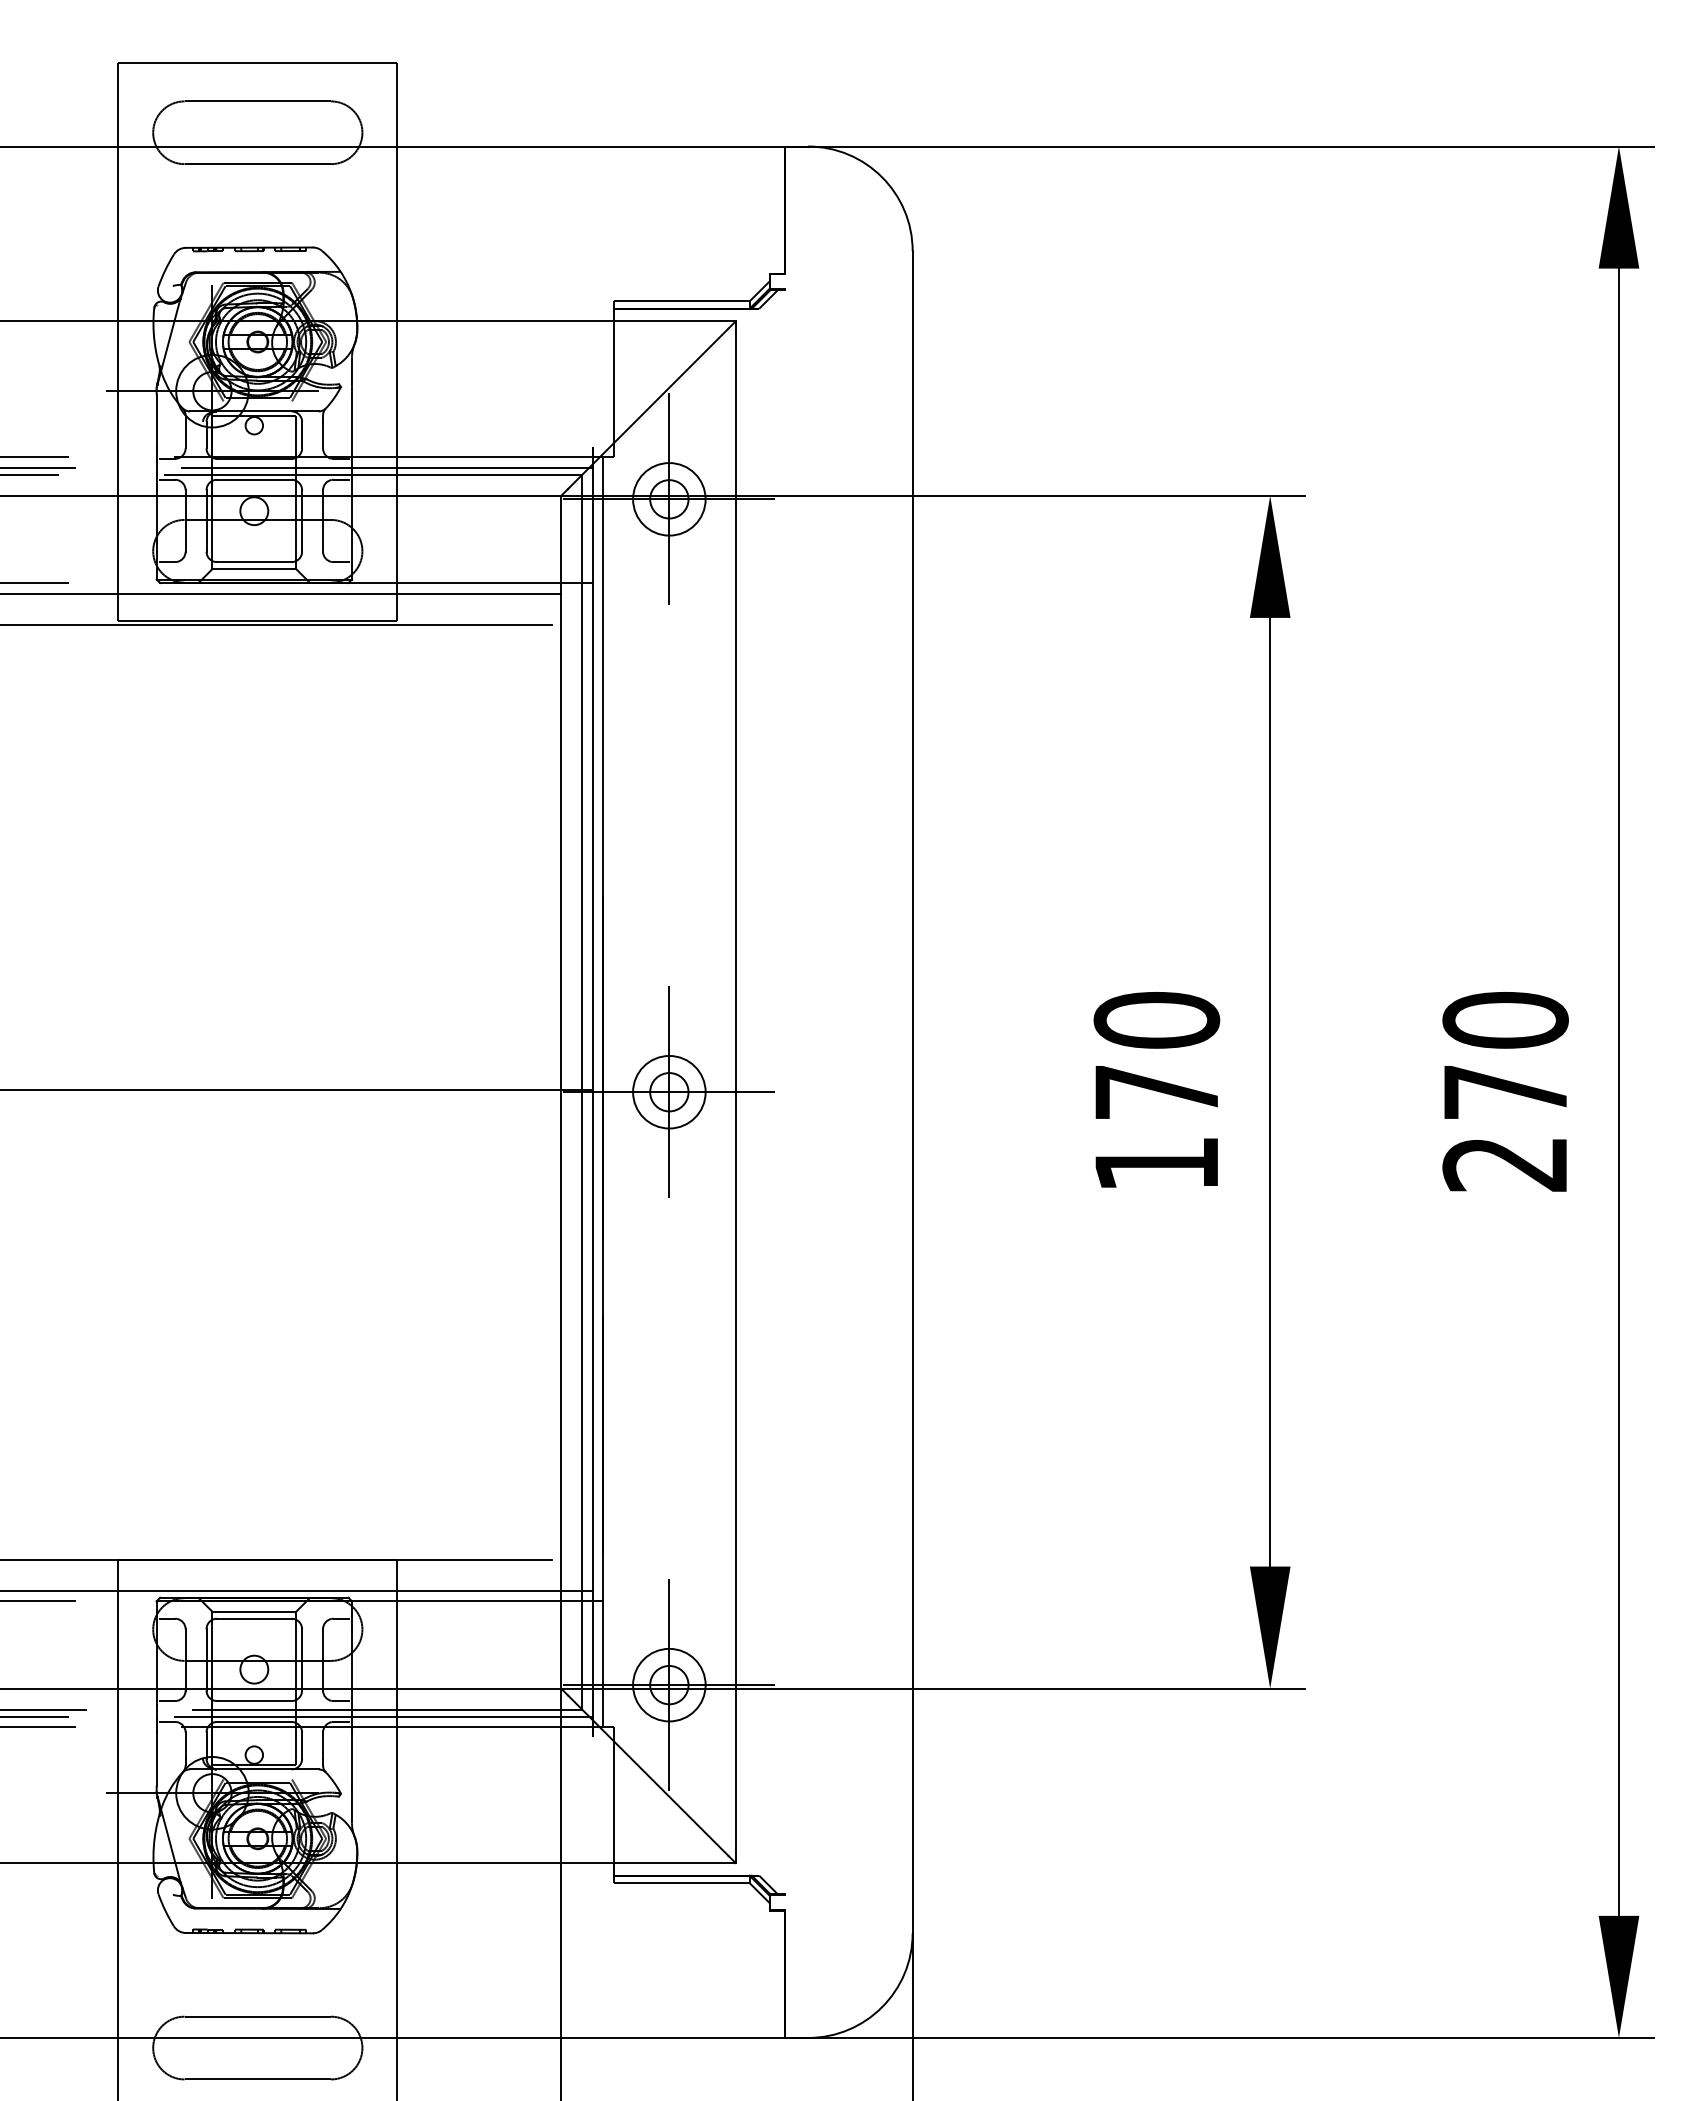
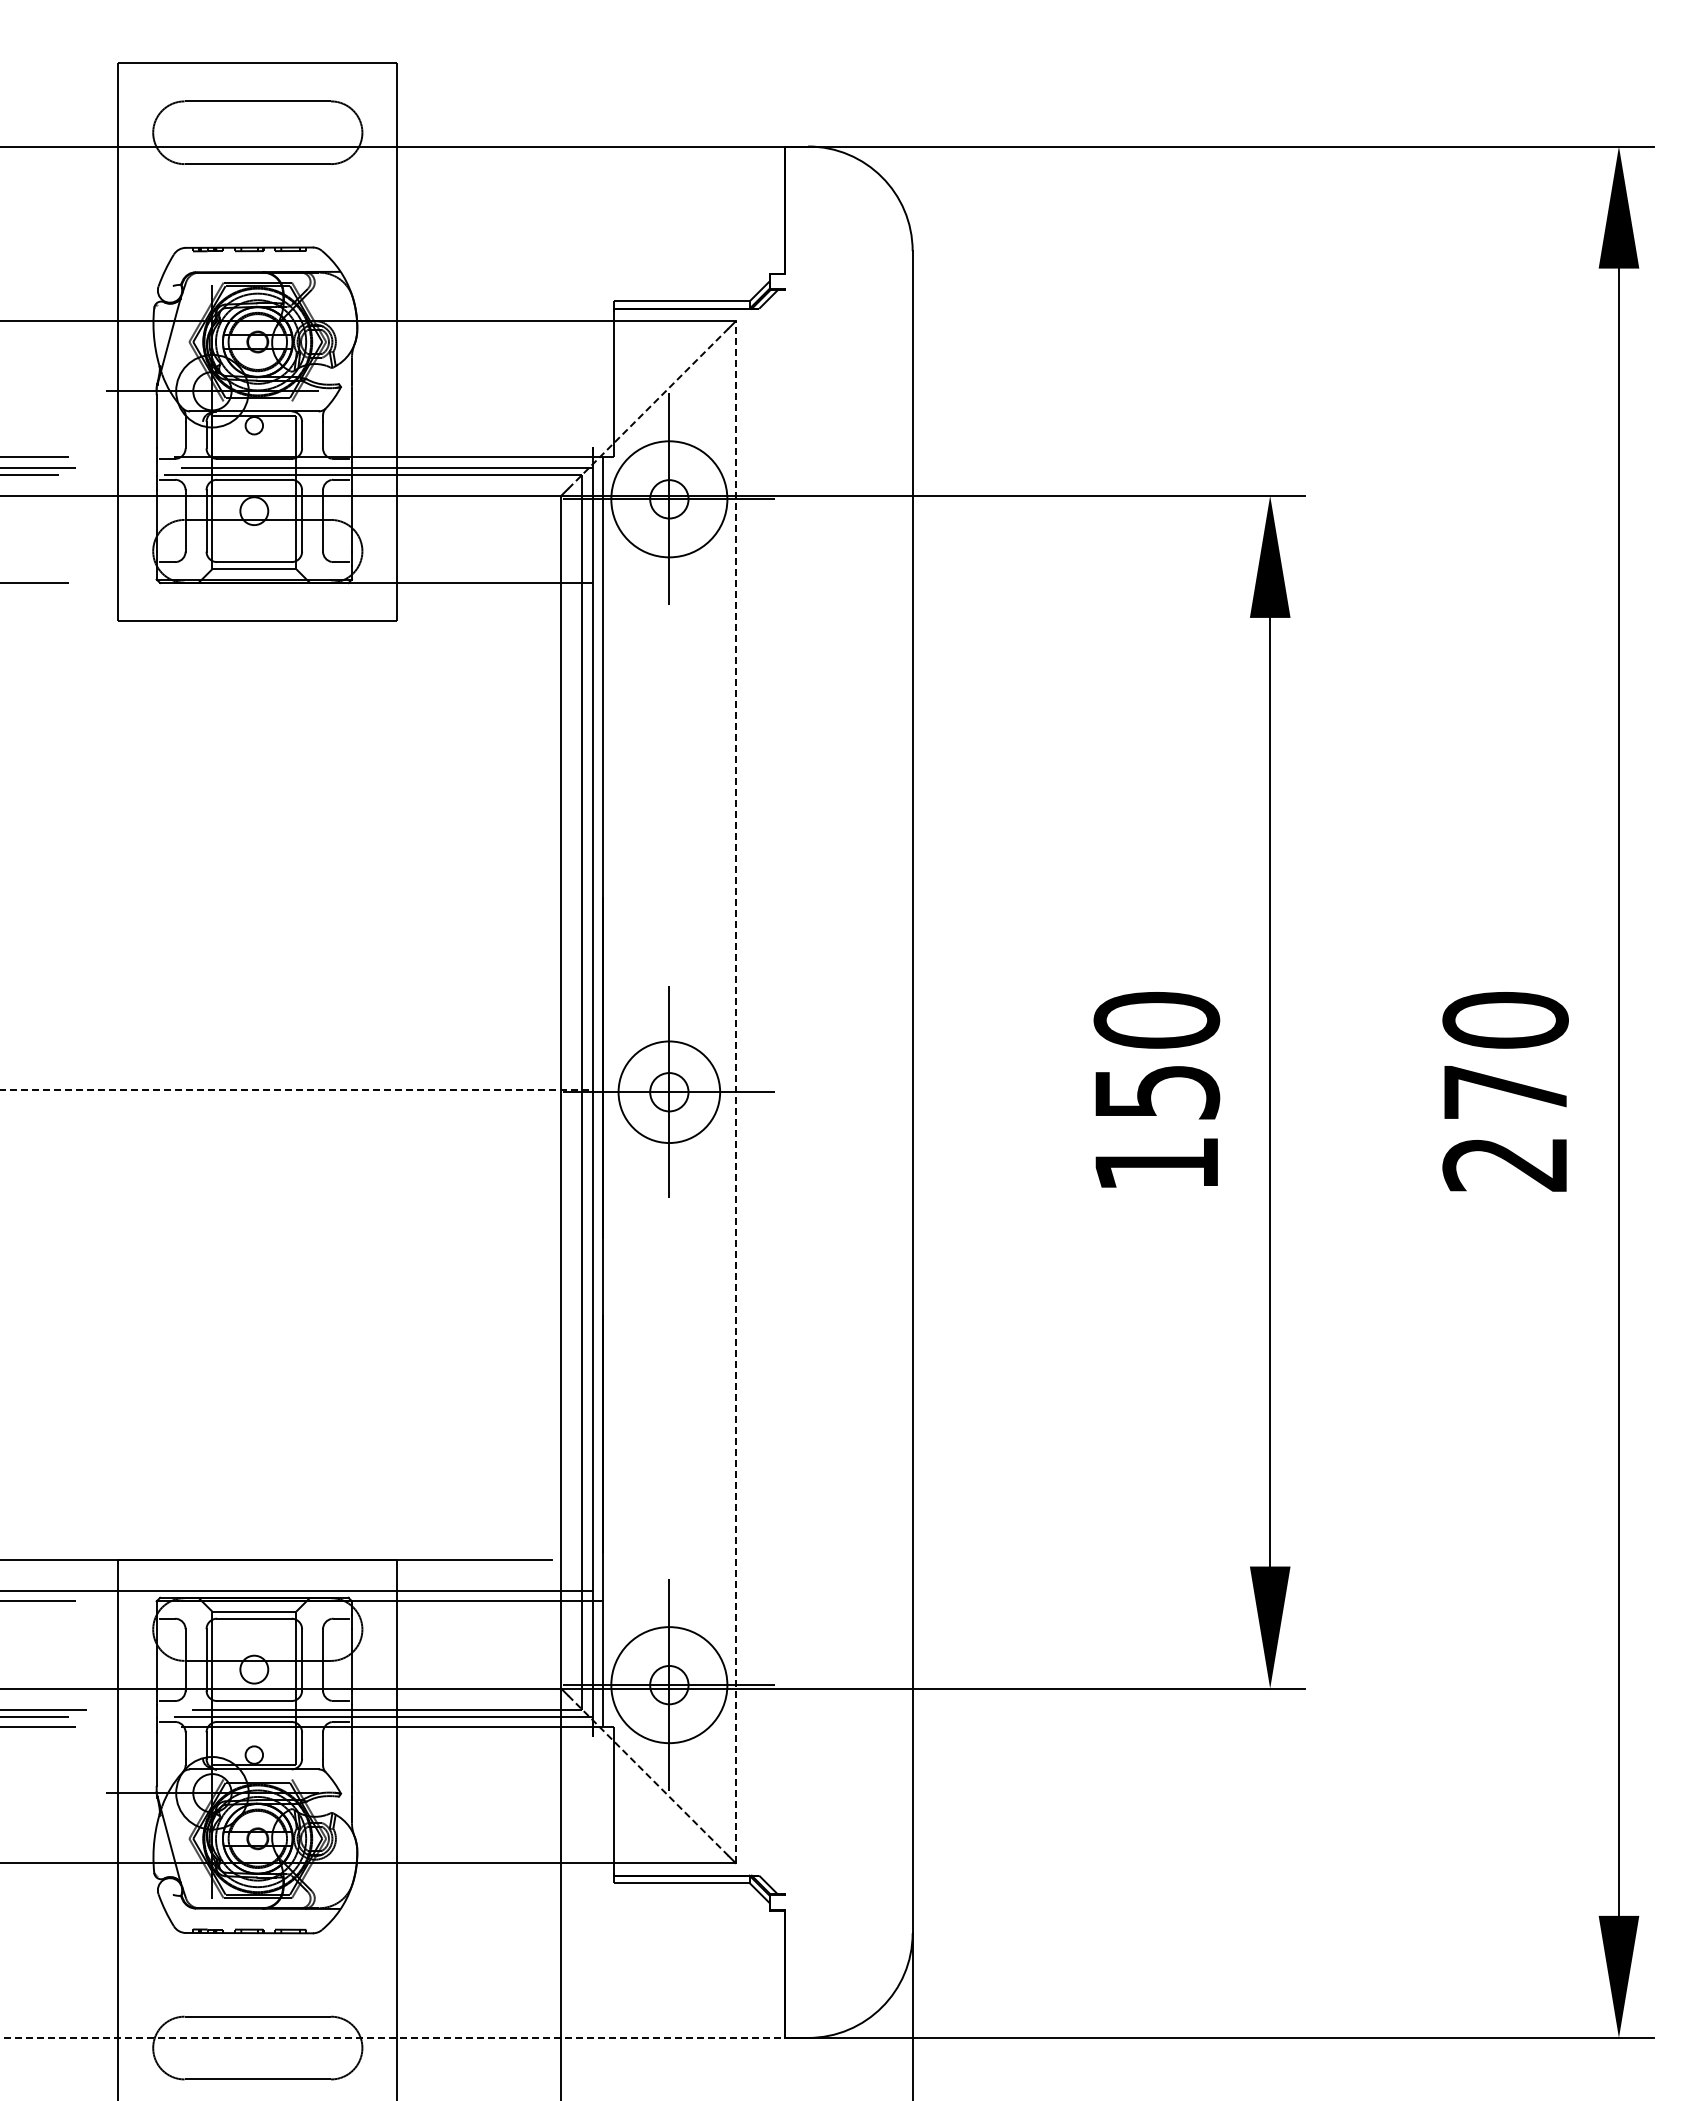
line at (648, 408): solid -> dashed
circle at (669, 499) diameter: 73 px -> 116 px
line at (281, 593): present -> none
line at (276, 624): present -> none
line at (296, 1090): solid -> dashed
circle at (669, 1091) diameter: 73 px -> 102 px
line at (735, 1092): solid -> dashed
text at (1157, 1092): 170 -> 150
circle at (669, 1684) diameter: 73 px -> 116 px
line at (648, 1776): solid -> dashed
line at (393, 2037): solid -> dashed
